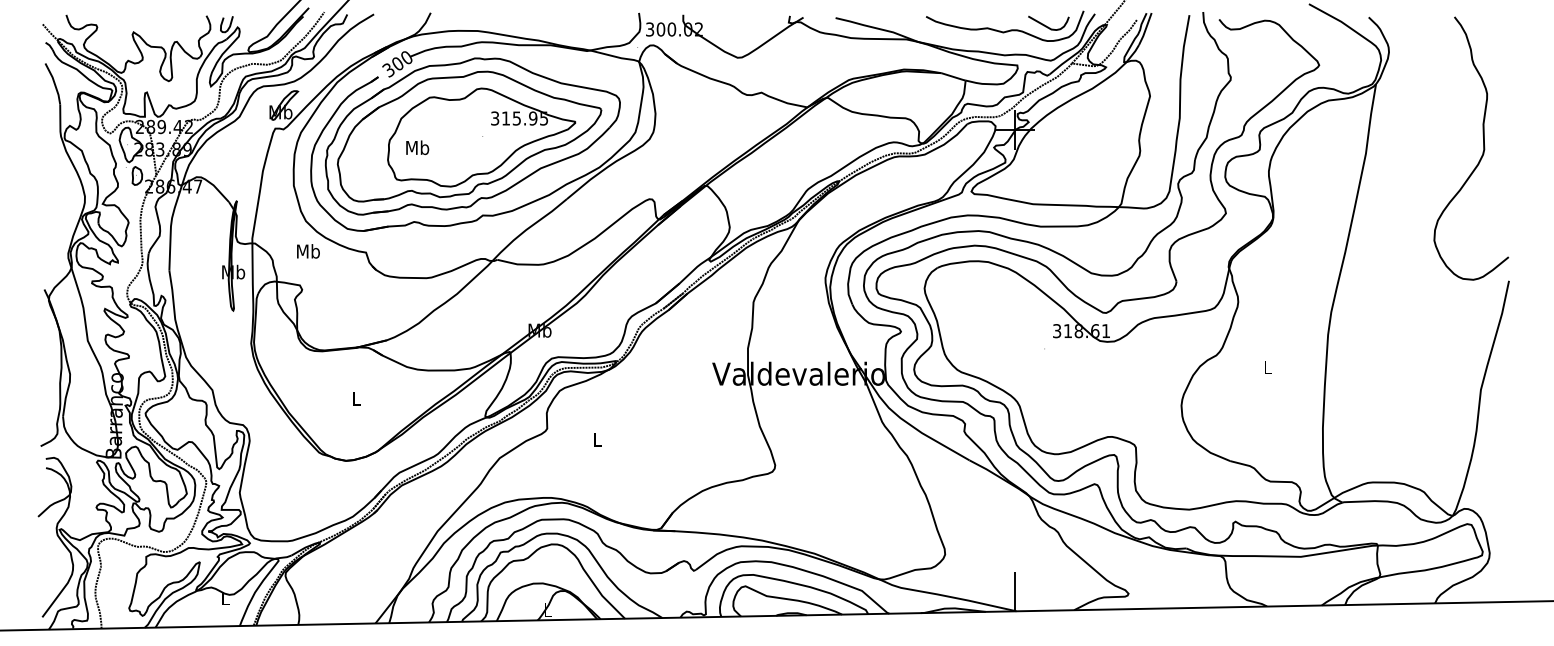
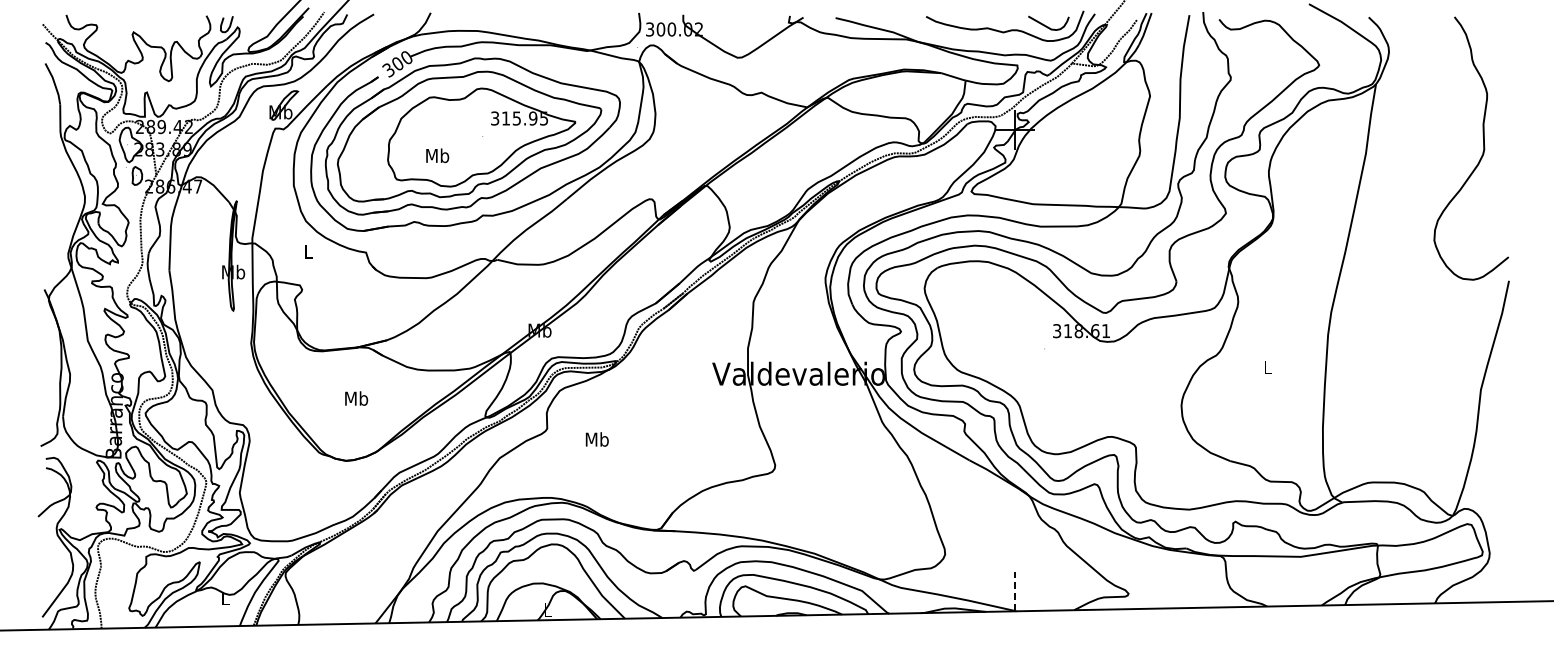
text at (417, 147) position: (417, 147) -> (437, 155)
text at (308, 251): Mb -> L
text at (356, 398): L -> Mb
text at (596, 439): L -> Mb
line at (1015, 591): solid -> dashed
